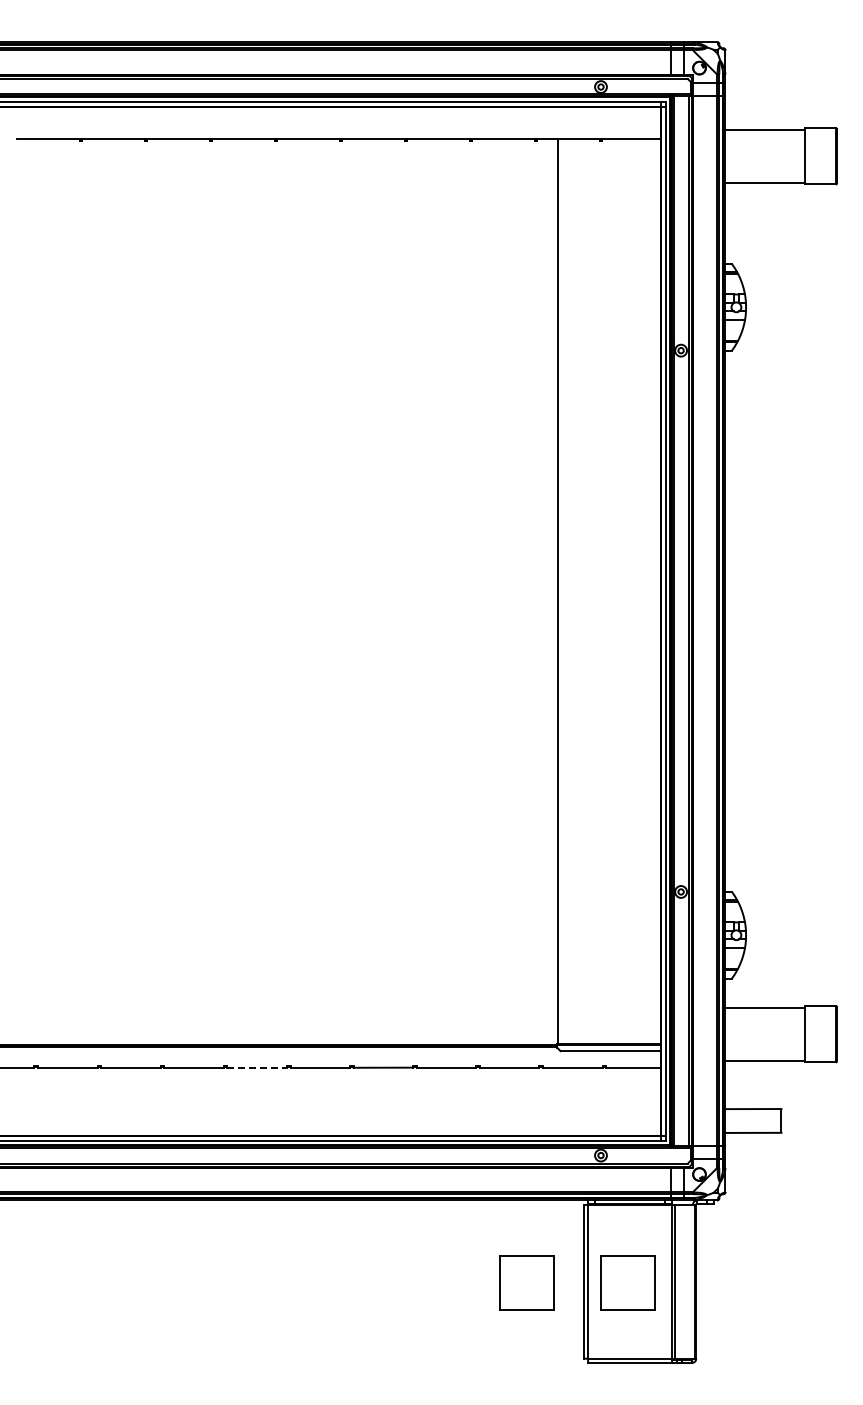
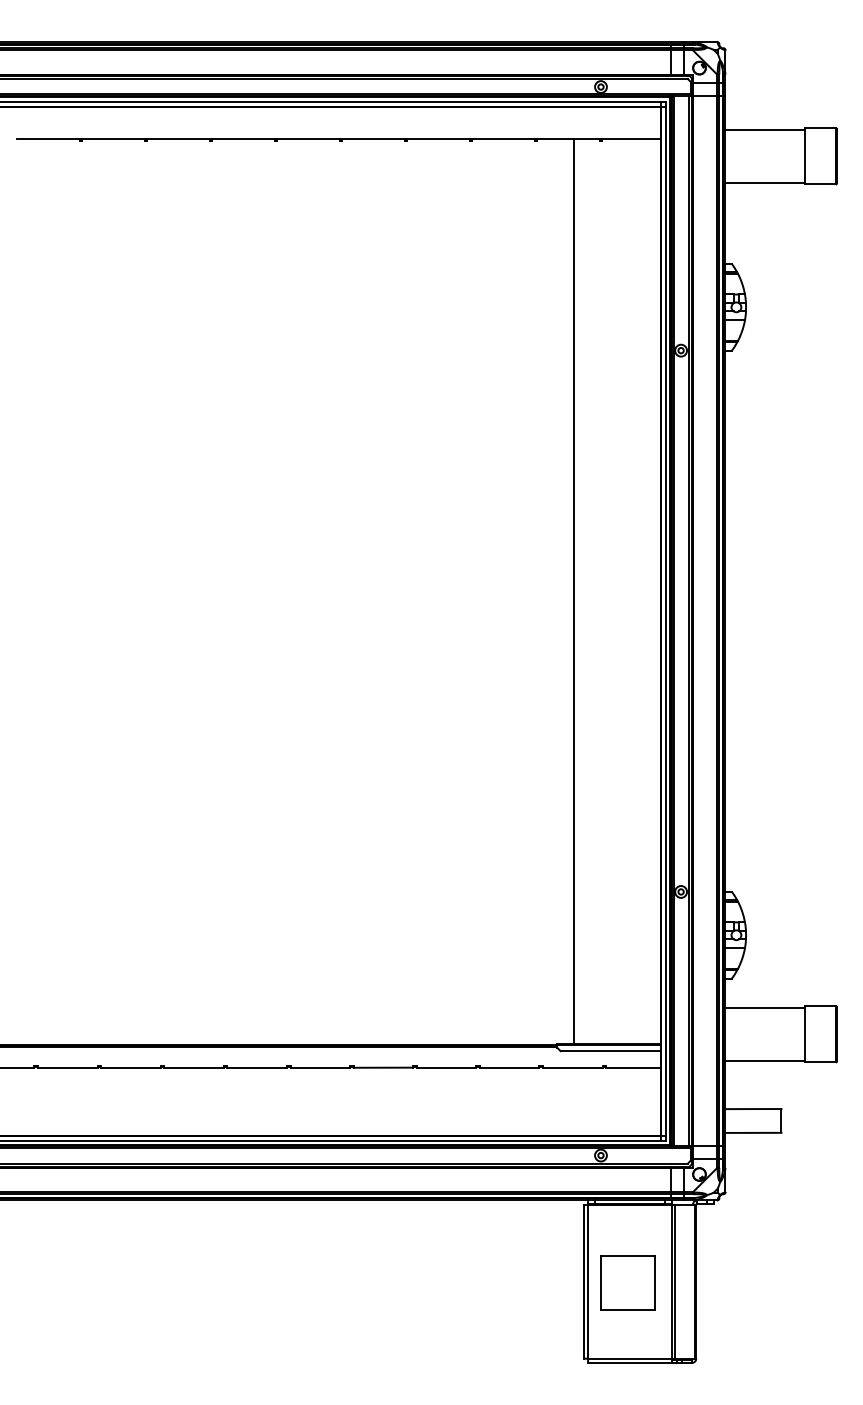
line at (557, 591) position: (557, 591) -> (573, 591)
line at (257, 1067): dashed -> solid
part at (526, 1282): present -> none
